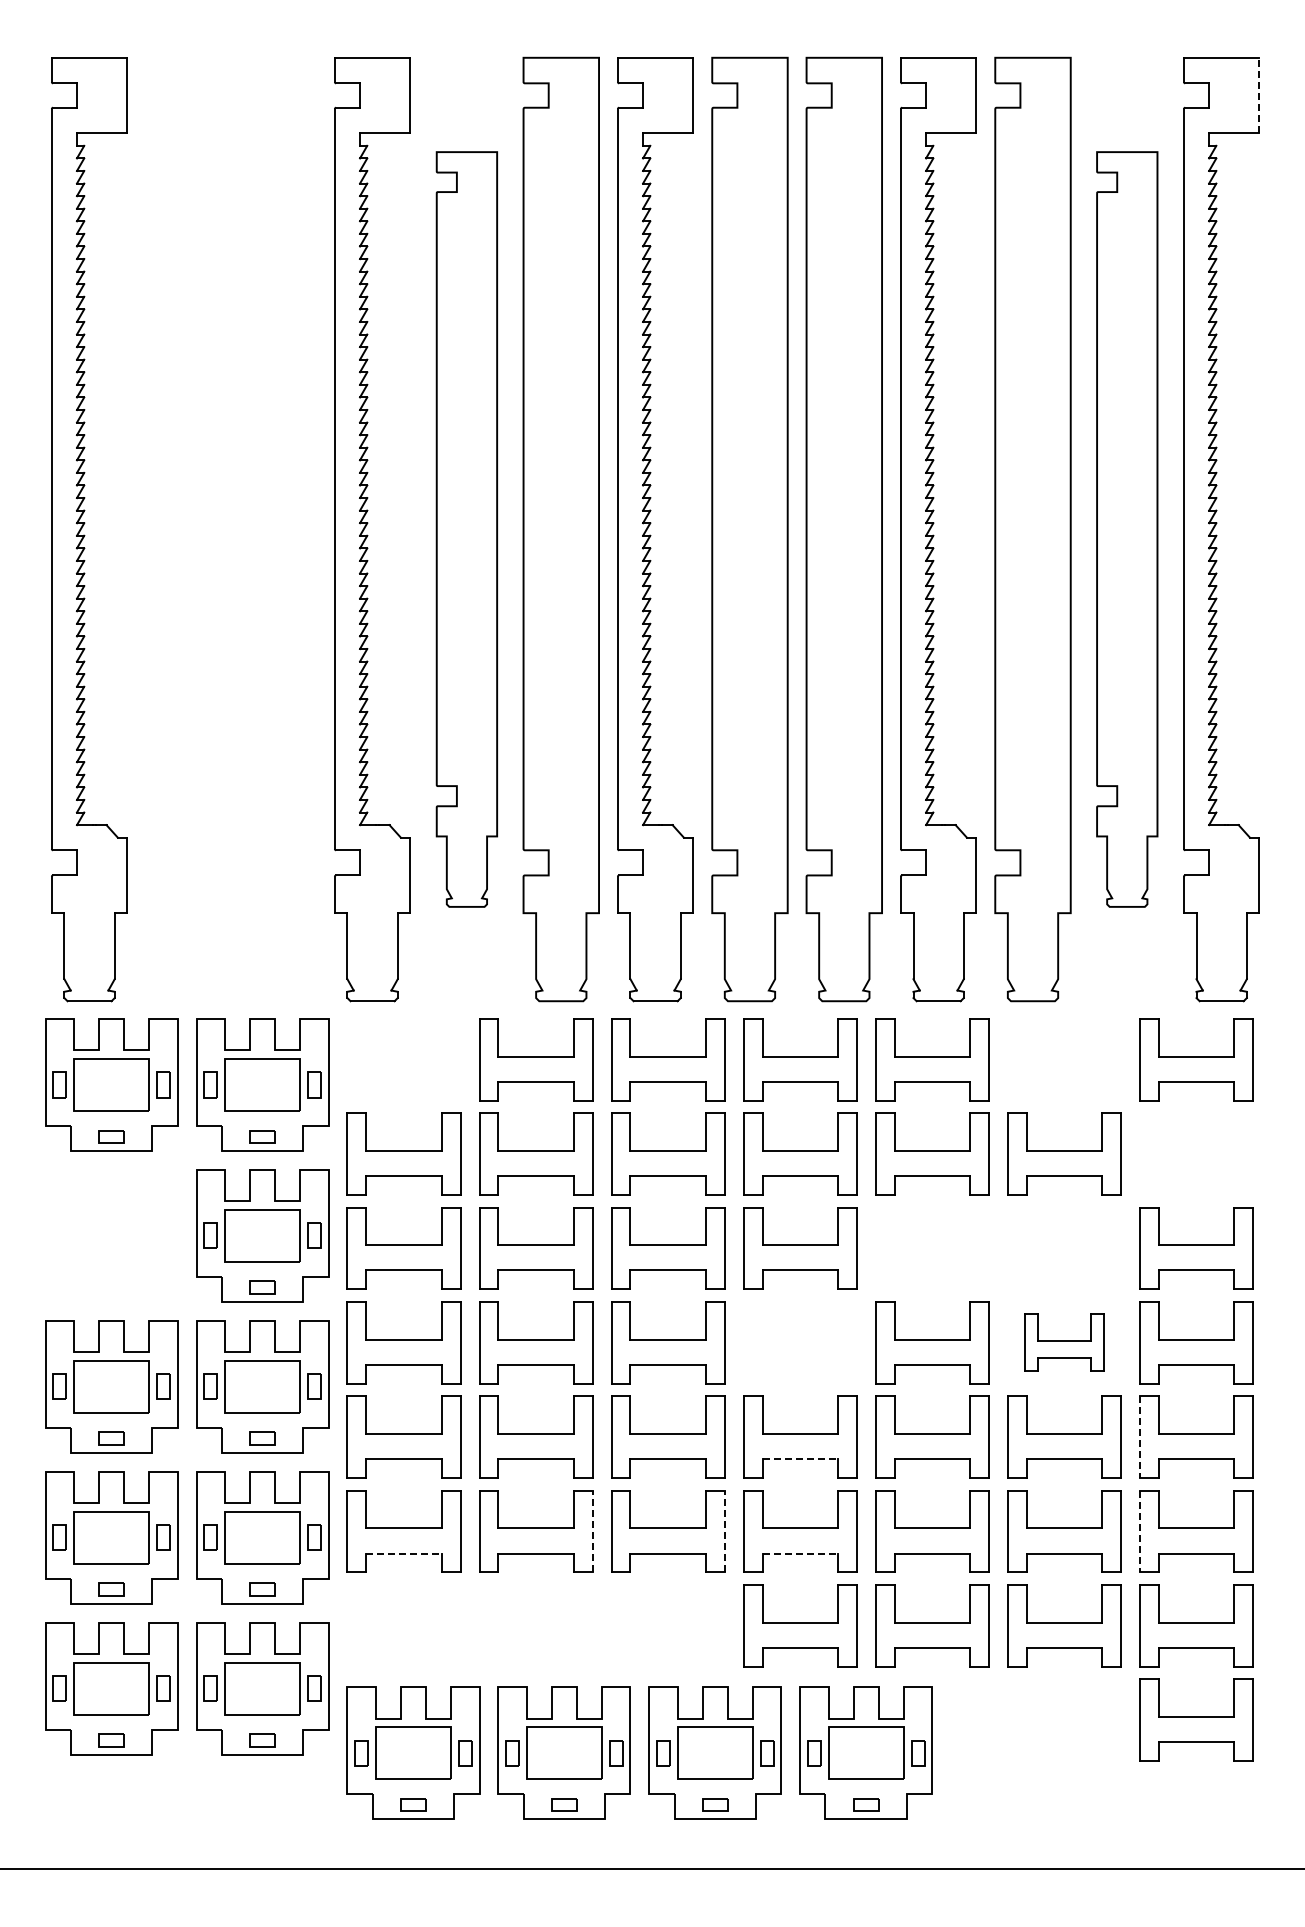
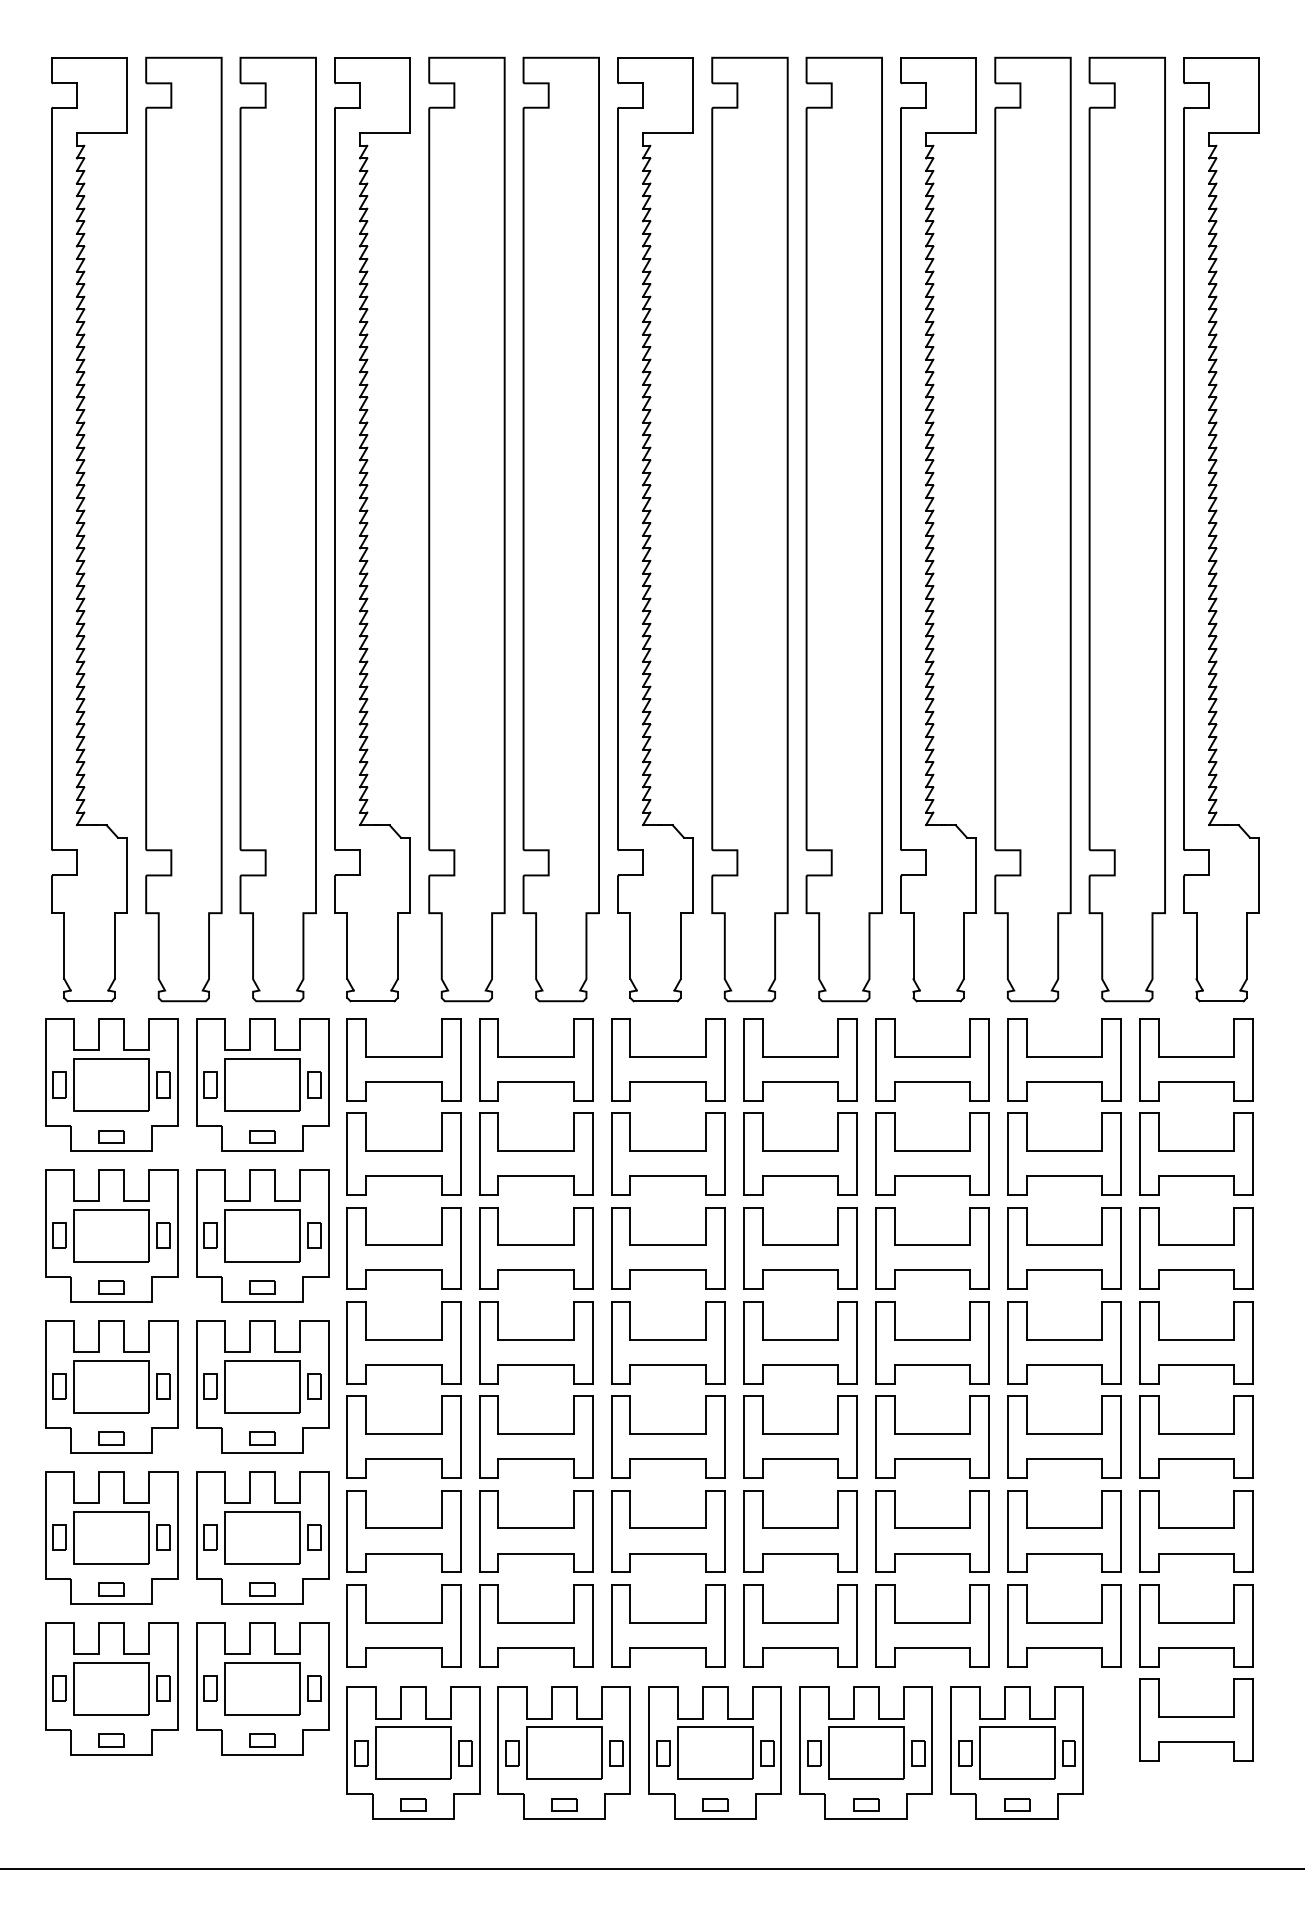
line at (1259, 95): dashed -> solid
part at (183, 529): none -> present
part at (277, 529): none -> present
part at (466, 529) size: 63x757 px -> 78x947 px
part at (1127, 529) size: 63x757 px -> 78x947 px
part at (403, 1059): none -> present
part at (1064, 1059): none -> present
part at (1196, 1153): none -> present
part at (111, 1235): none -> present
part at (932, 1248): none -> present
part at (1064, 1248): none -> present
part at (800, 1342): none -> present
part at (1064, 1342) size: 81x59 px -> 115x84 px
line at (1139, 1437): dashed -> solid
line at (800, 1459): dashed -> solid
line at (592, 1531): dashed -> solid
line at (724, 1531): dashed -> solid
line at (1139, 1531): dashed -> solid
line at (404, 1553): dashed -> solid
line at (800, 1553): dashed -> solid
part at (403, 1625): none -> present
part at (536, 1625): none -> present
part at (668, 1625): none -> present
part at (1016, 1752): none -> present
